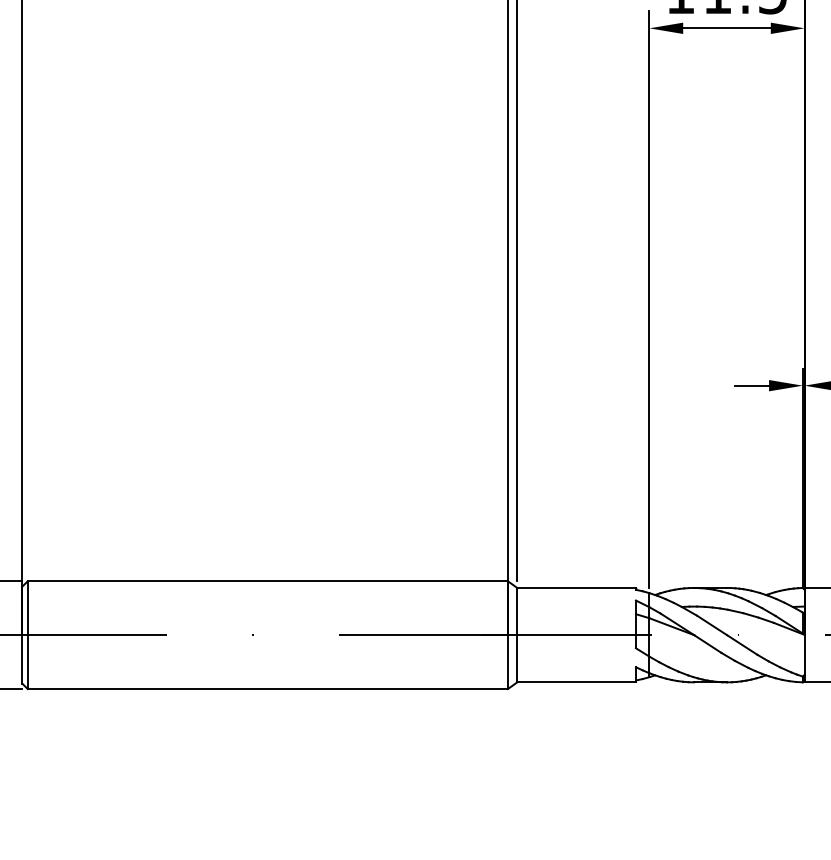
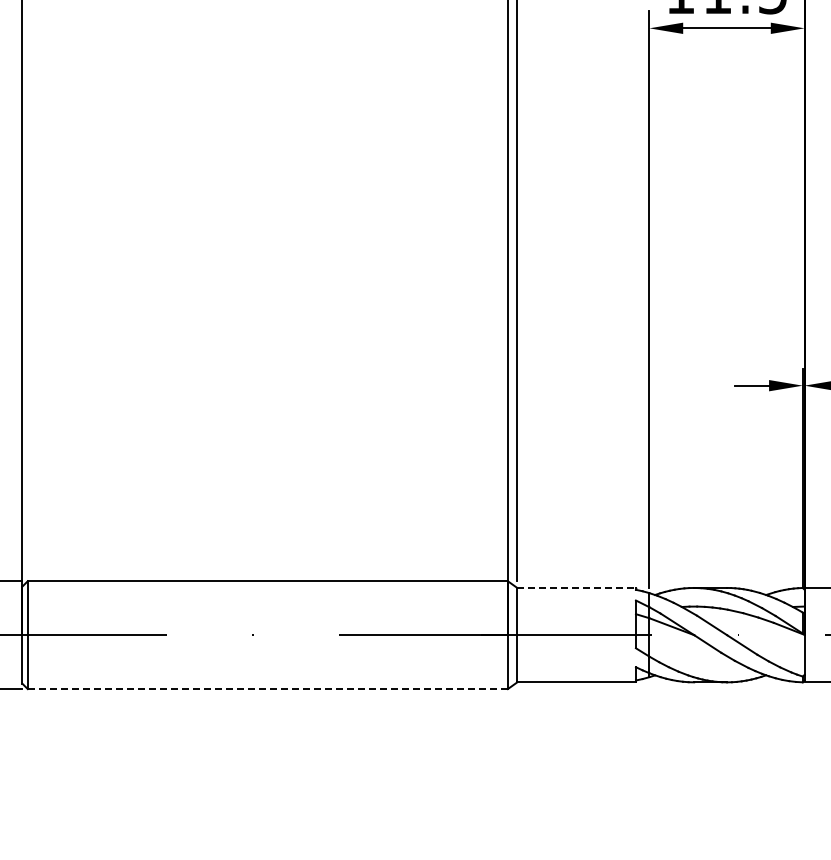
line at (577, 587): solid -> dashed
line at (267, 689): solid -> dashed
